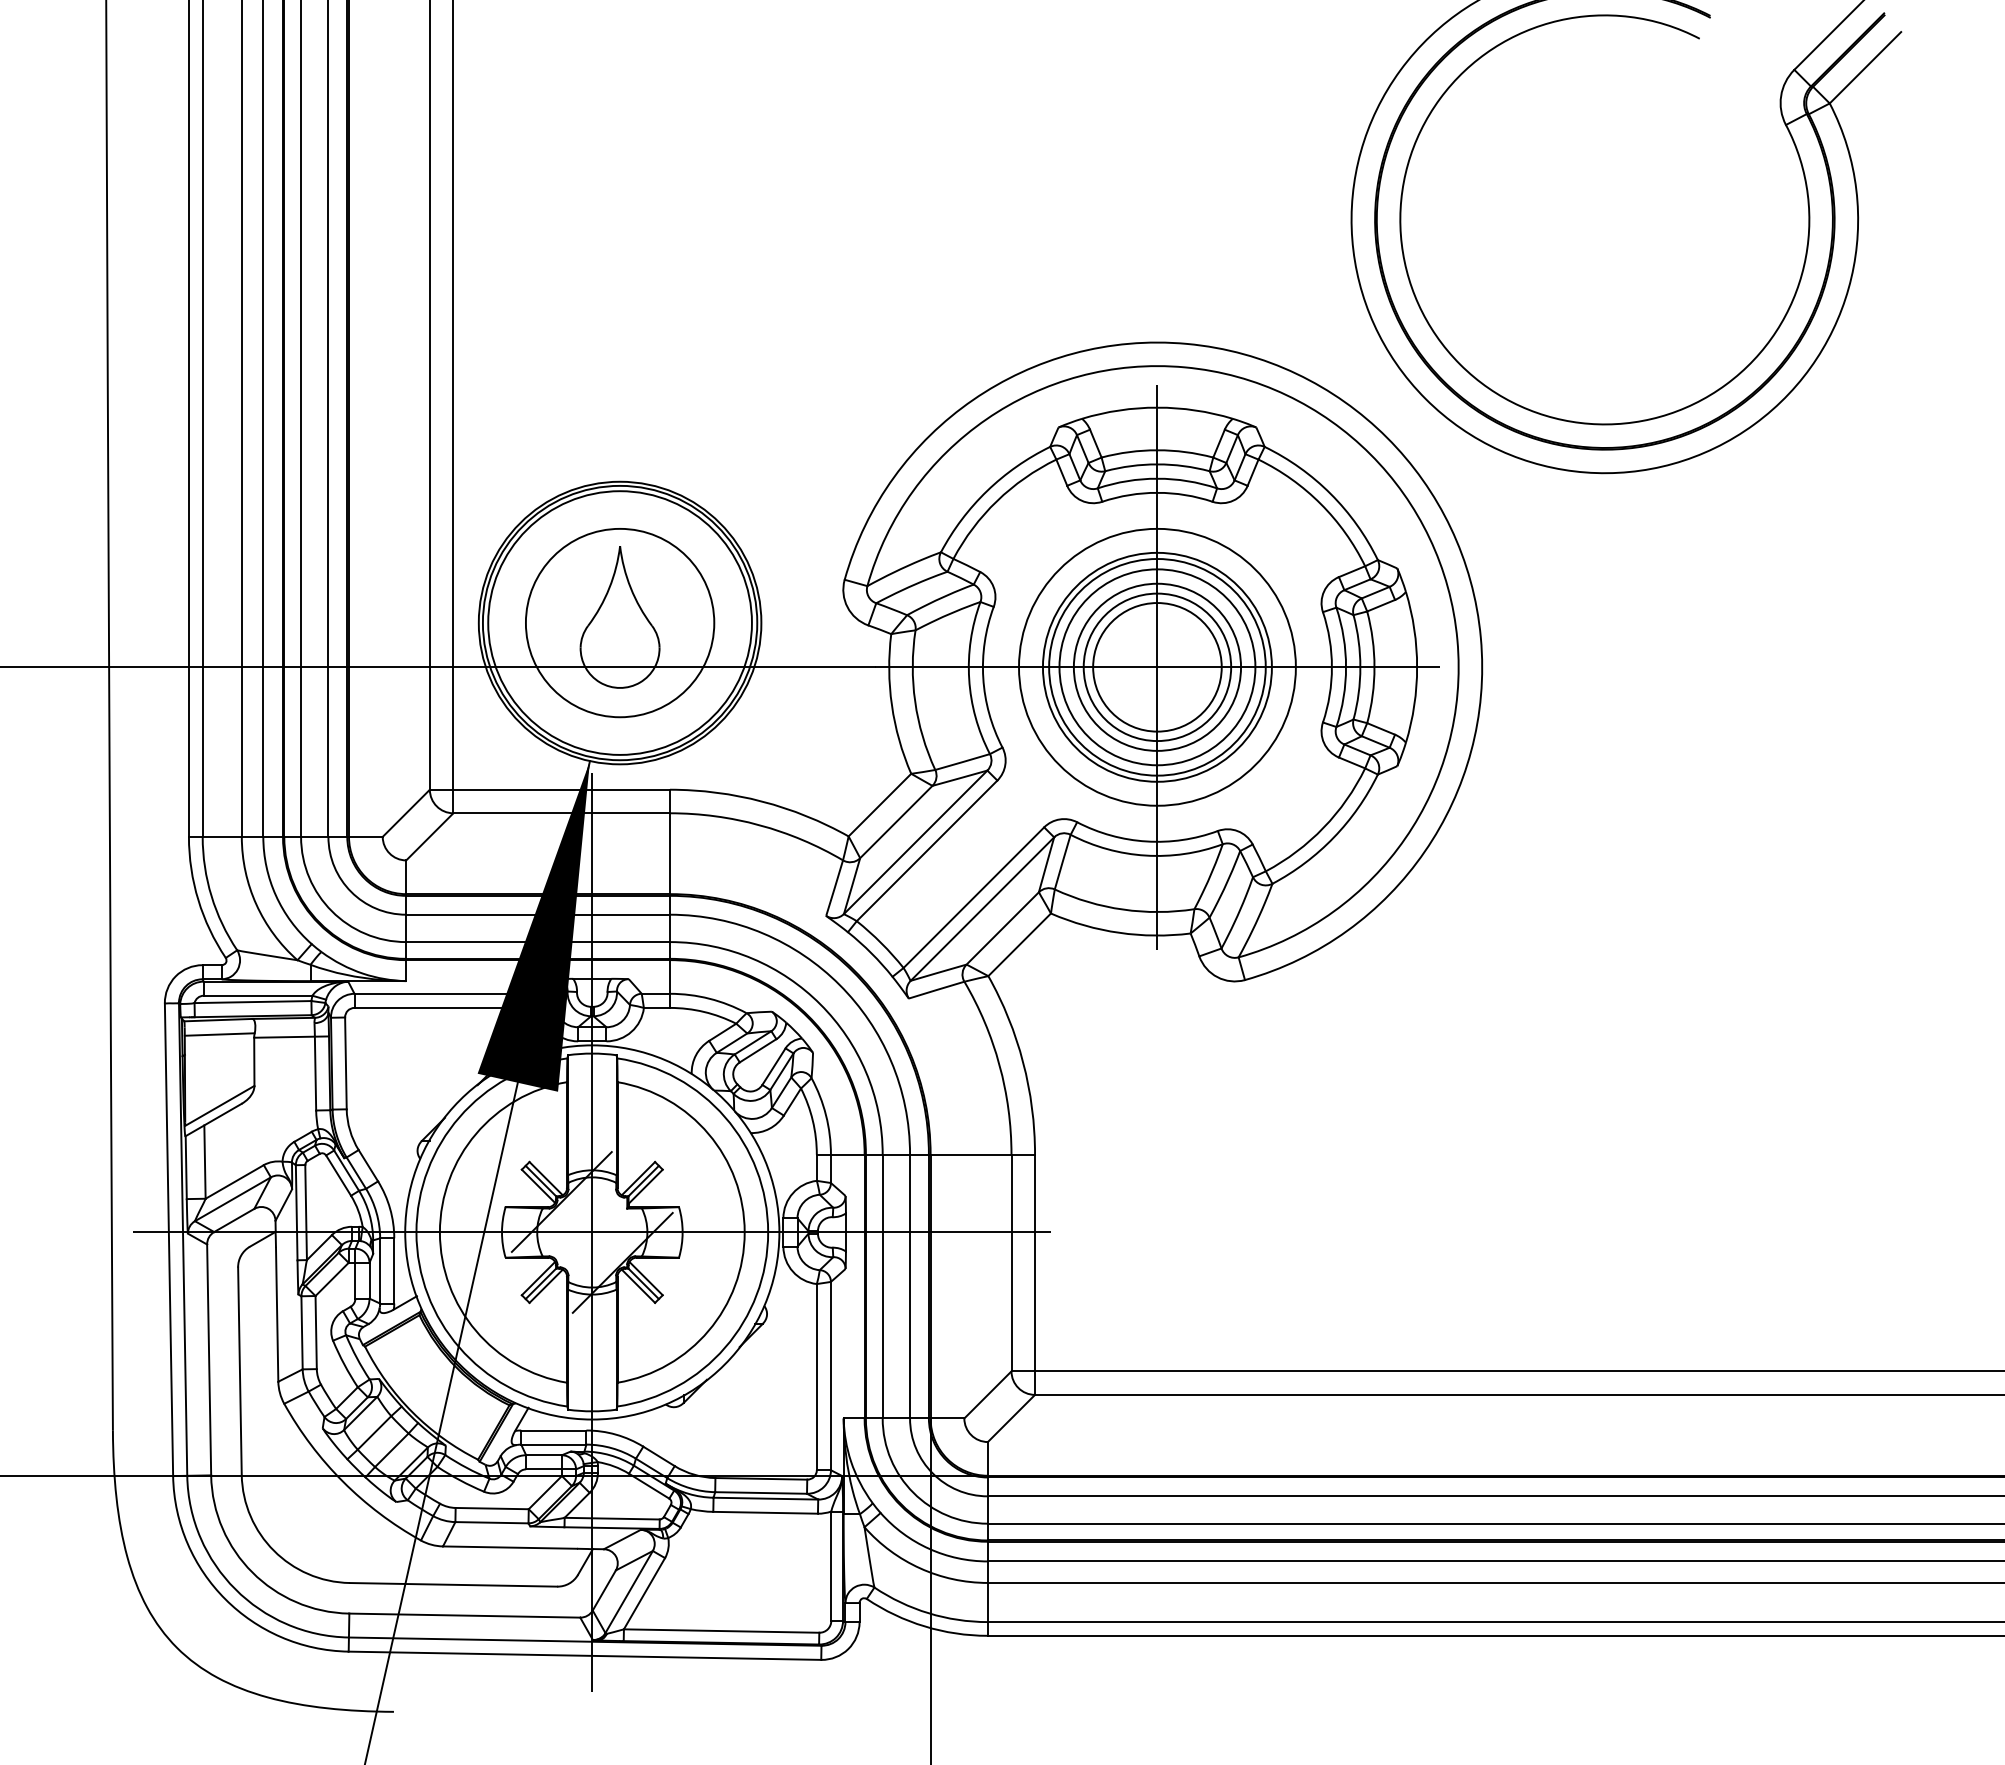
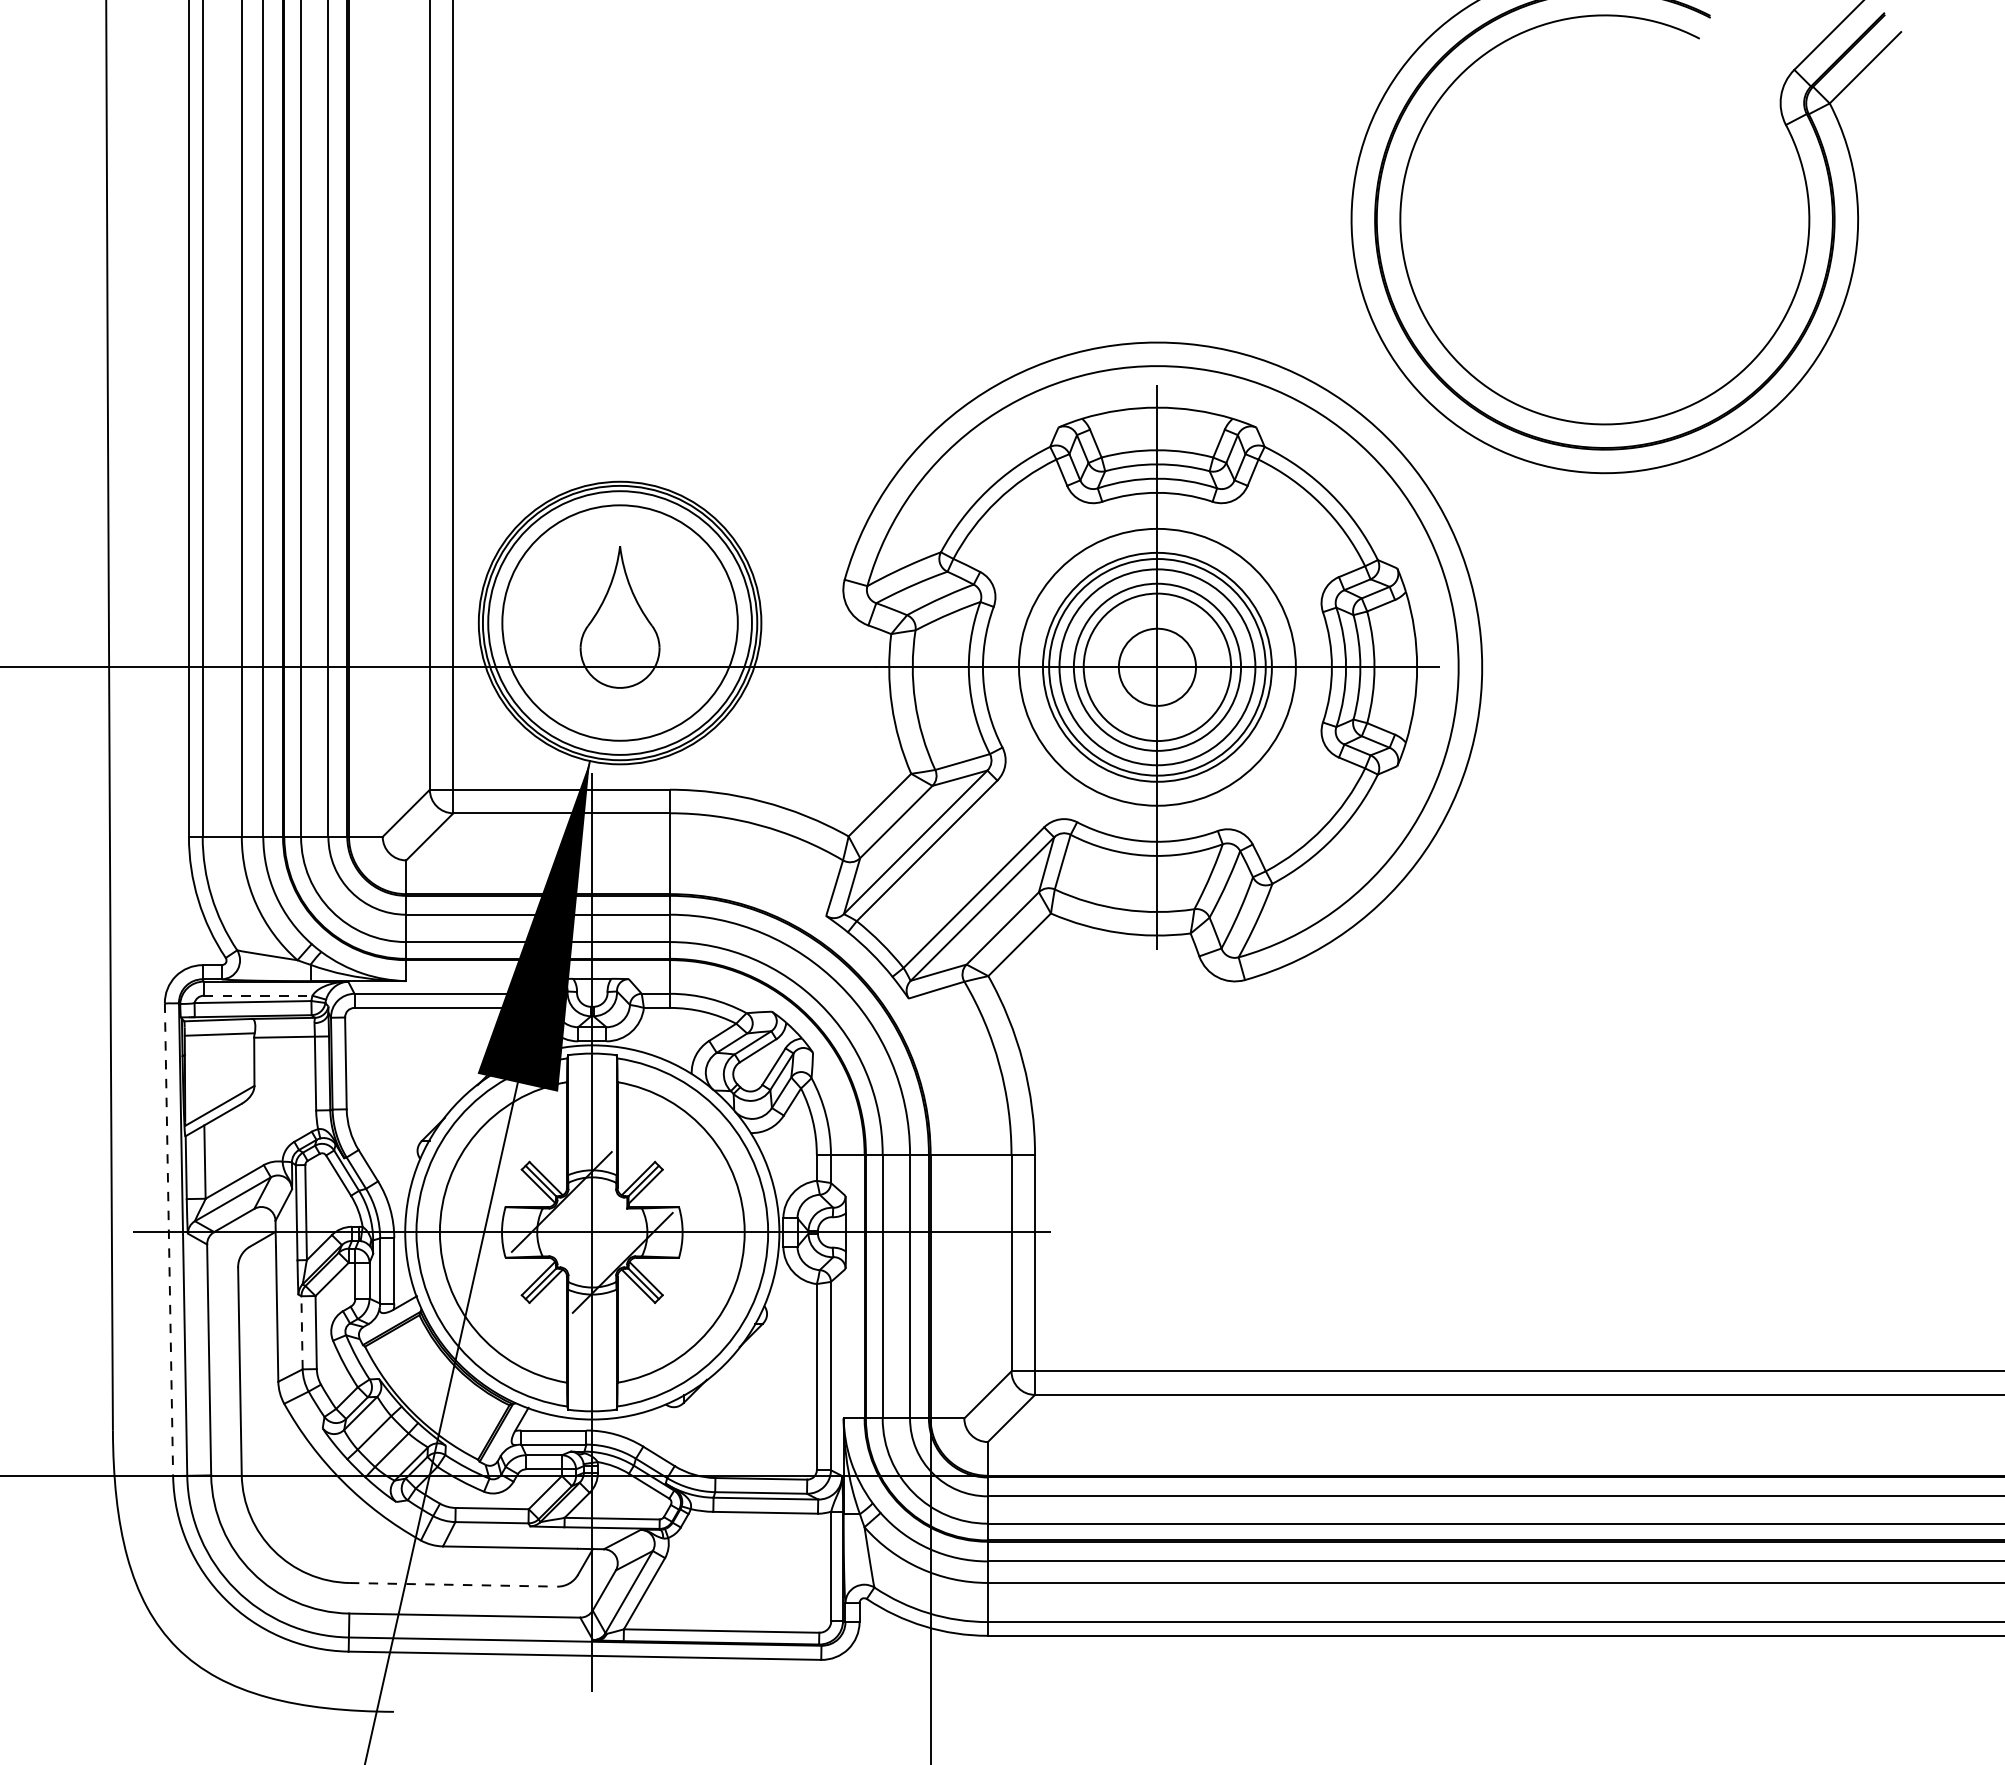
circle at (619, 622) diameter: 188 px -> 235 px
circle at (1157, 667) diameter: 129 px -> 77 px
line at (258, 995): solid -> dashed
line at (169, 1240): solid -> dashed
line at (302, 1332): solid -> dashed
line at (453, 1584): solid -> dashed
